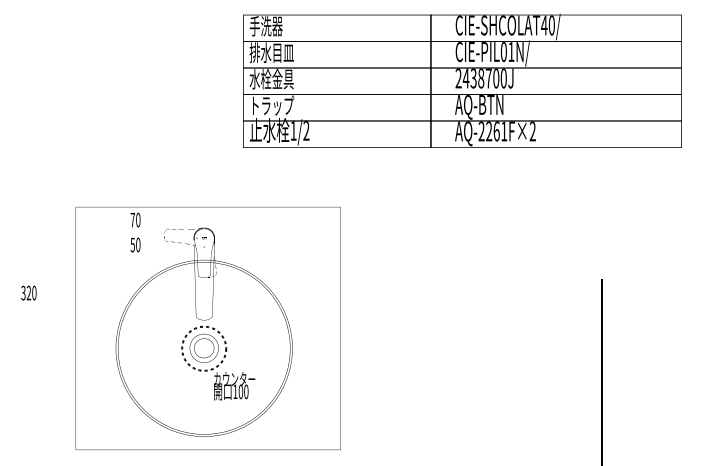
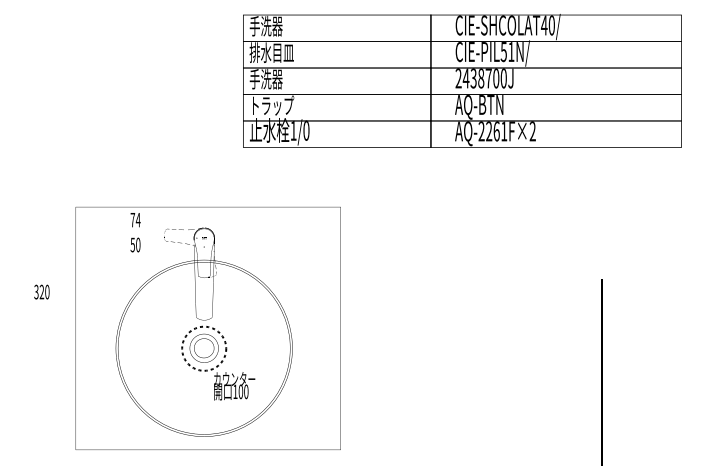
text at (503, 51): CIE-PIL01N/ -> CIE-PIL51N/
text at (271, 79): 水栓金具 -> 手洗器
text at (306, 130): 1/2 -> 1/0
text at (137, 219): 70 -> 74
text at (28, 292) position: (28, 292) -> (41, 291)
